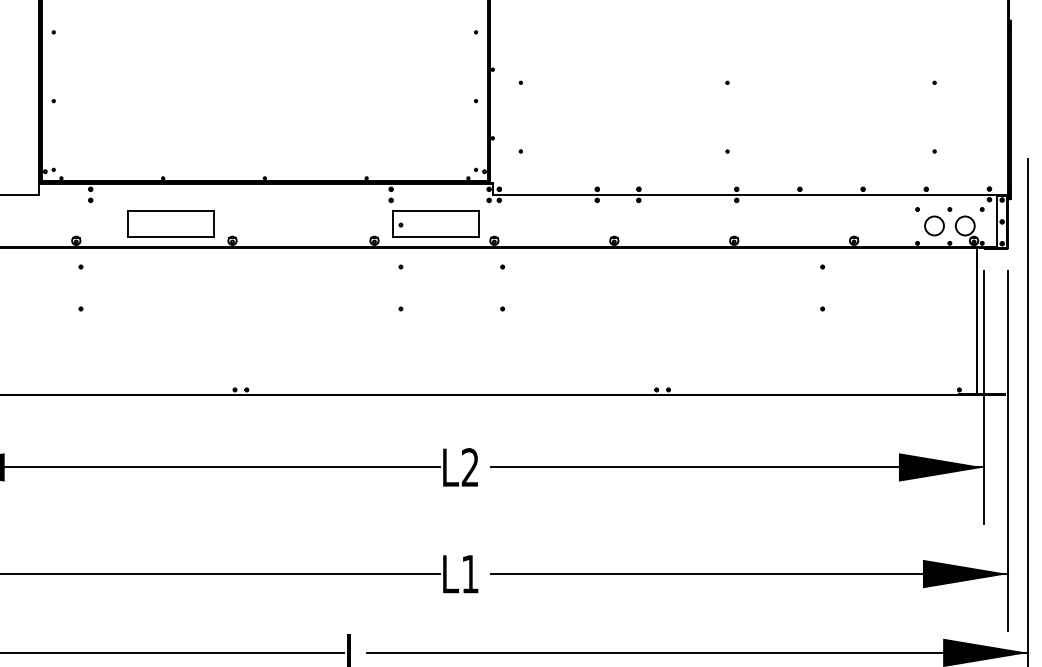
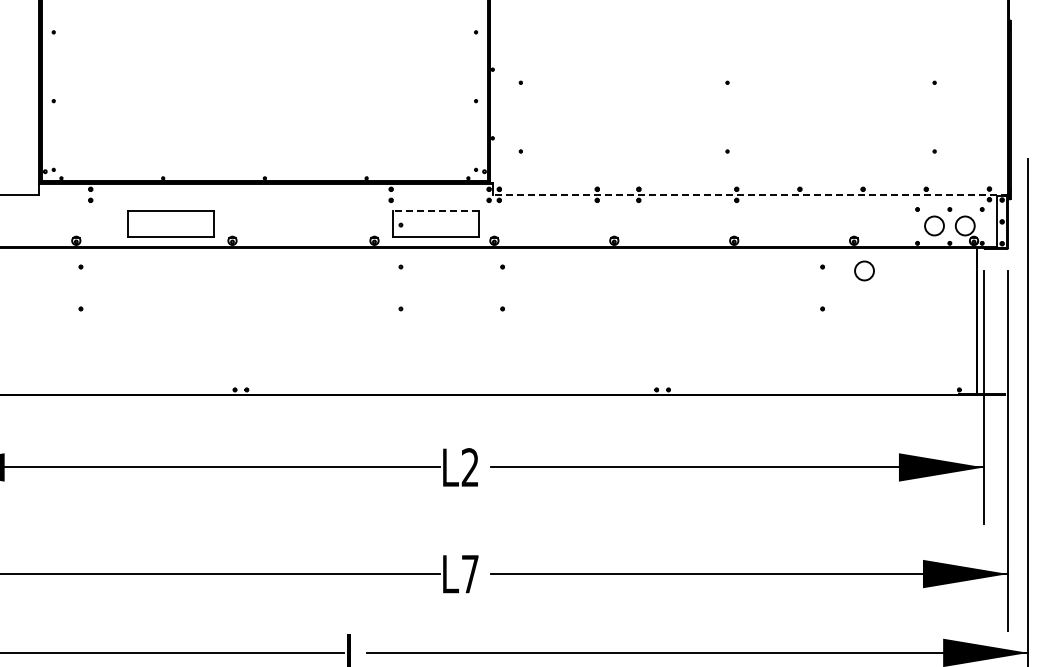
line at (750, 194): solid -> dashed
line at (436, 211): solid -> dashed
circle at (864, 270): none -> present
text at (470, 574): L1 -> L7
